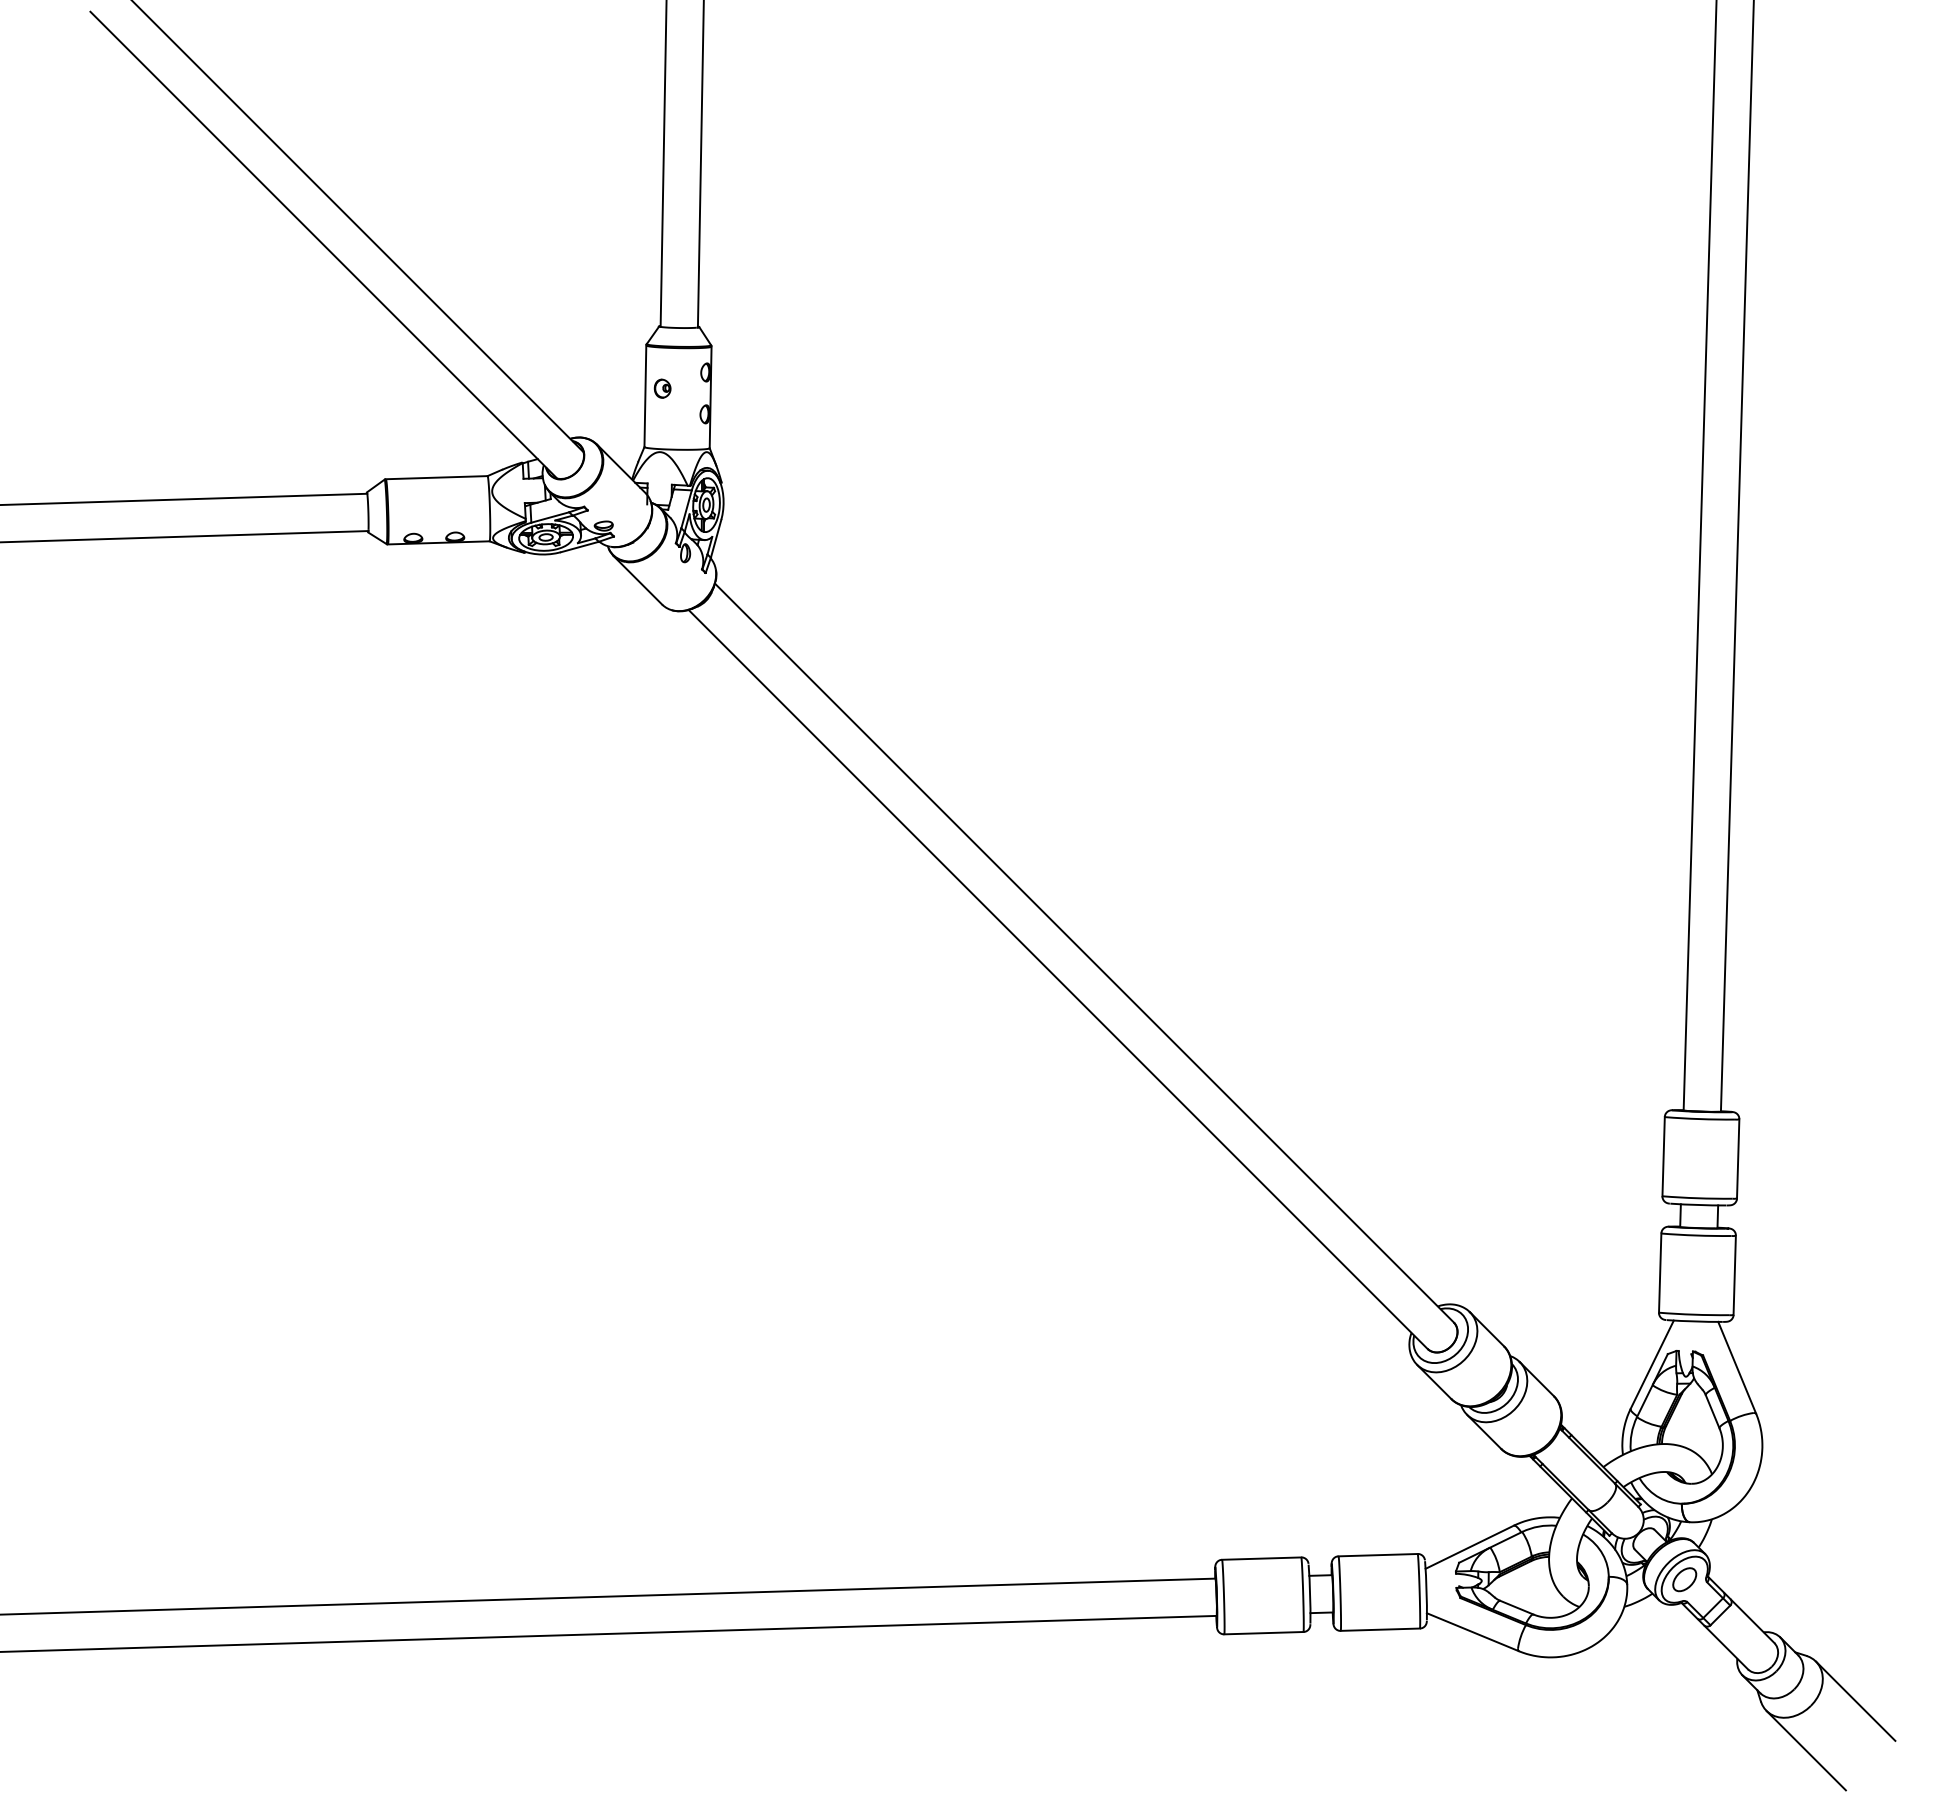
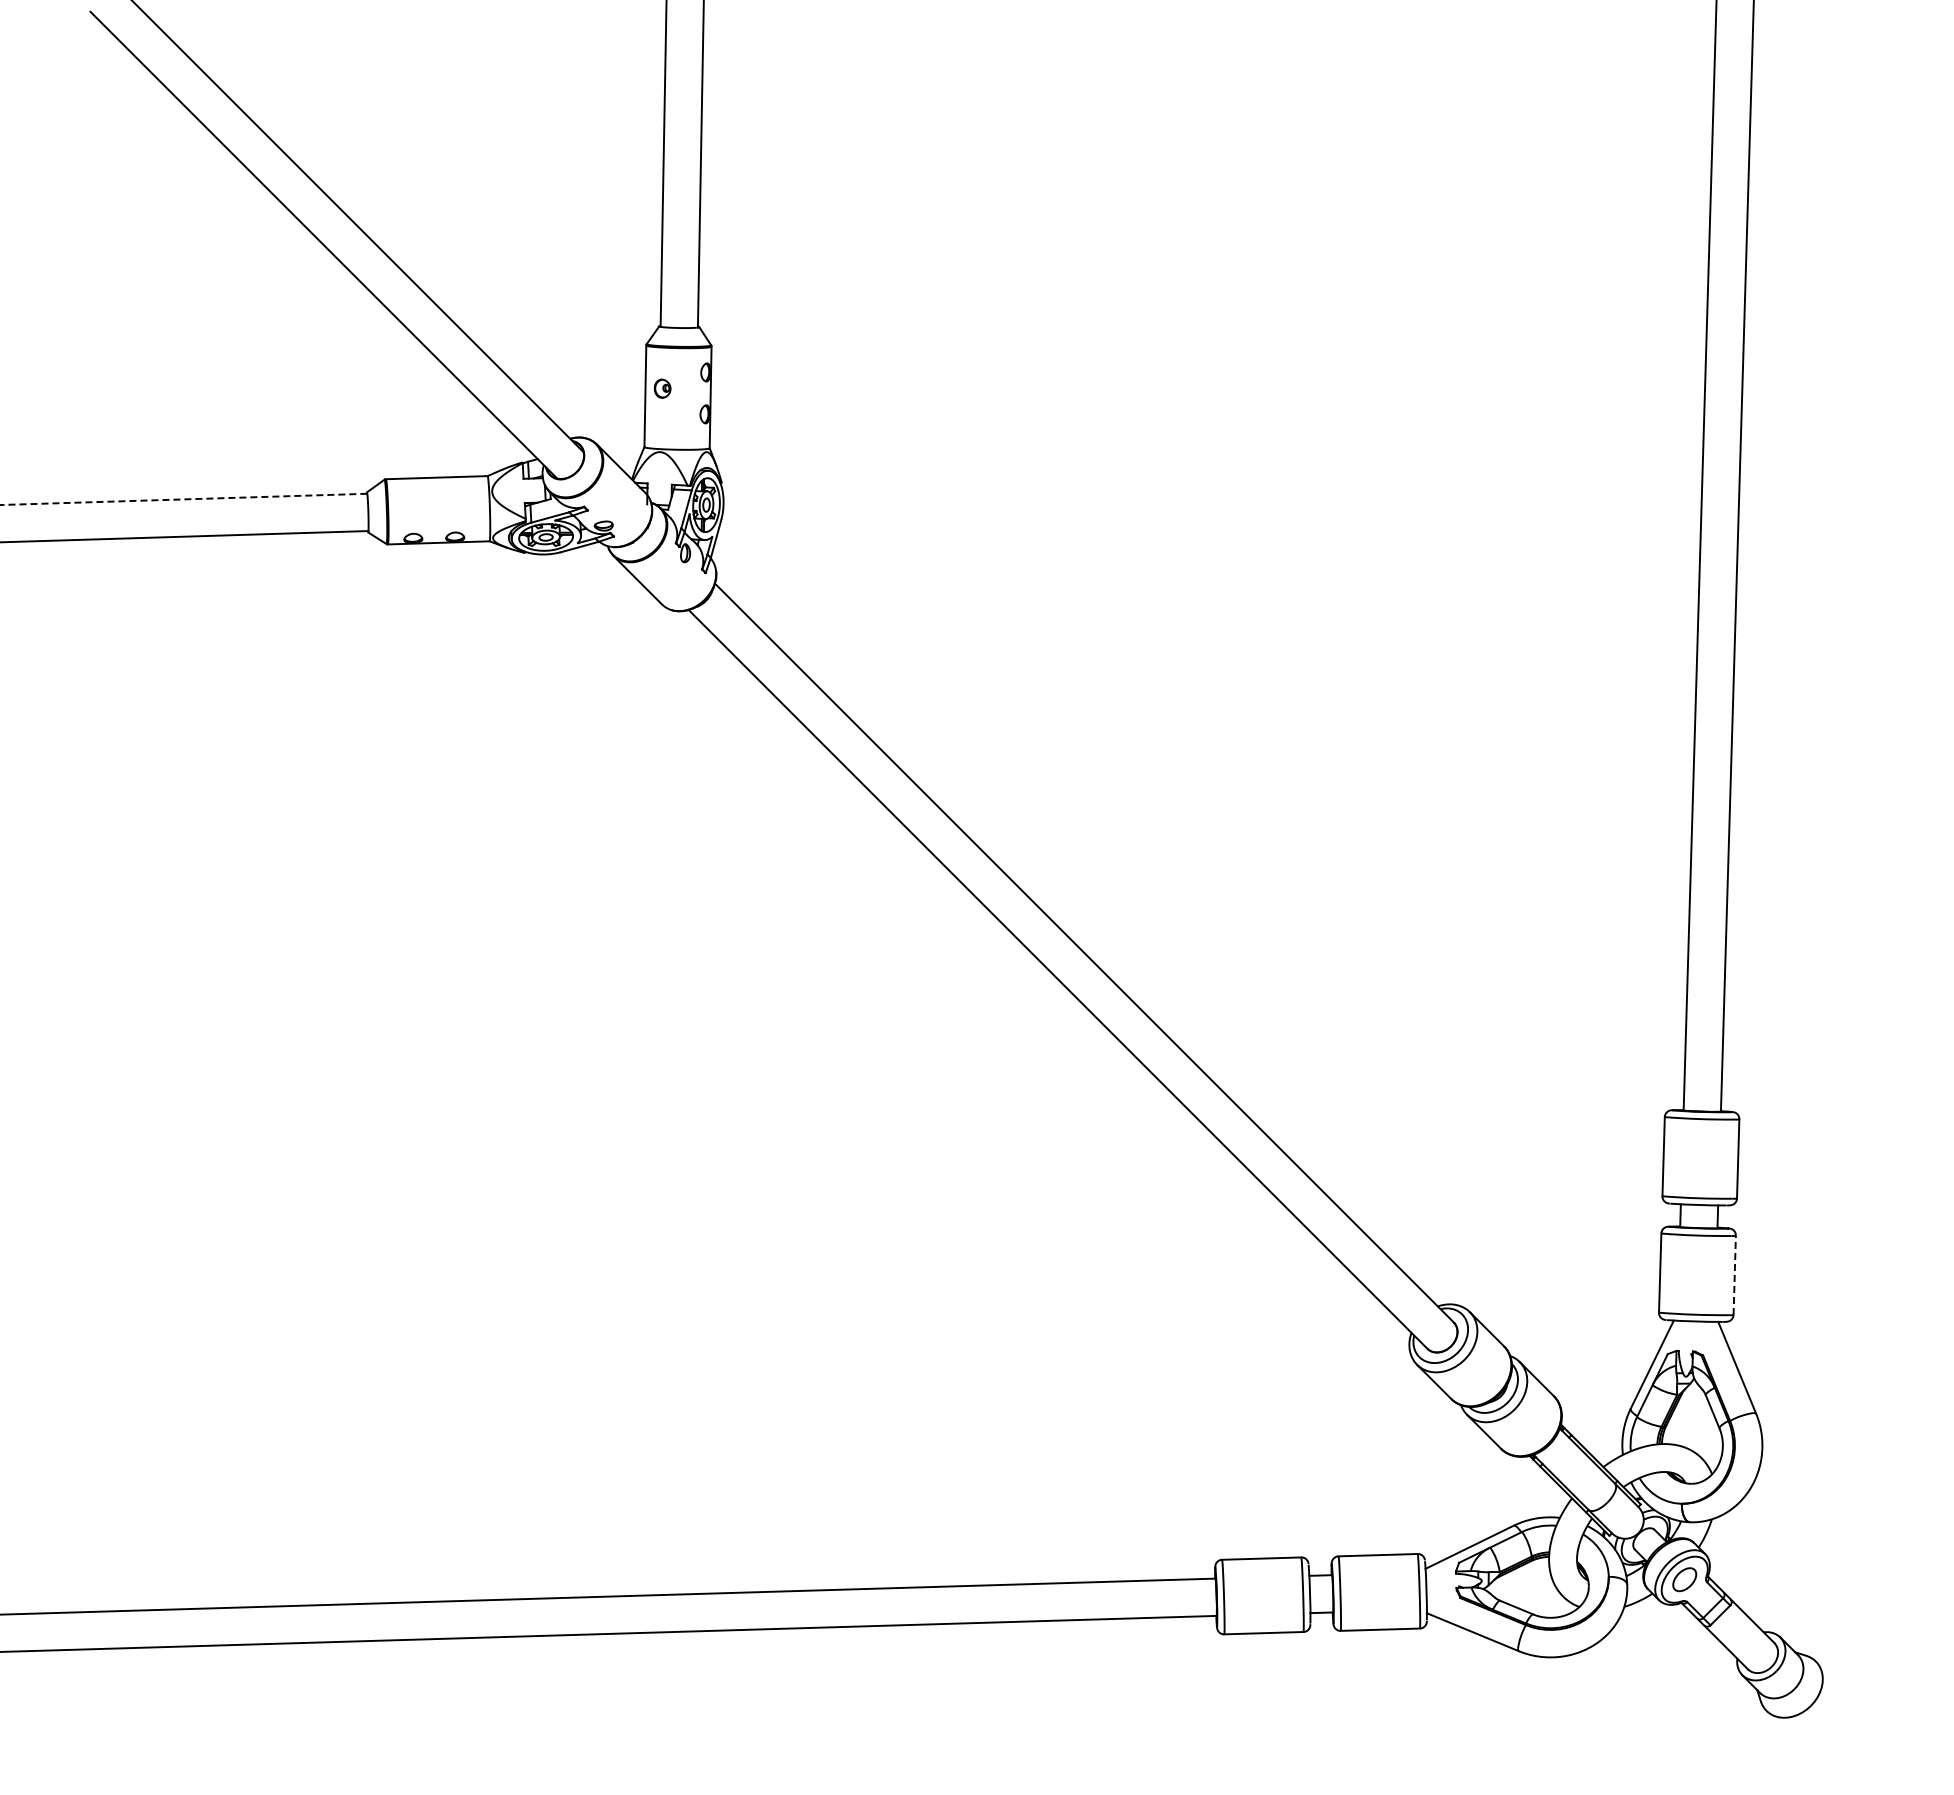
line at (183, 499): solid -> dashed
line at (1734, 1275): solid -> dashed
line at (1855, 1700): present -> none
line at (1805, 1750): present -> none
